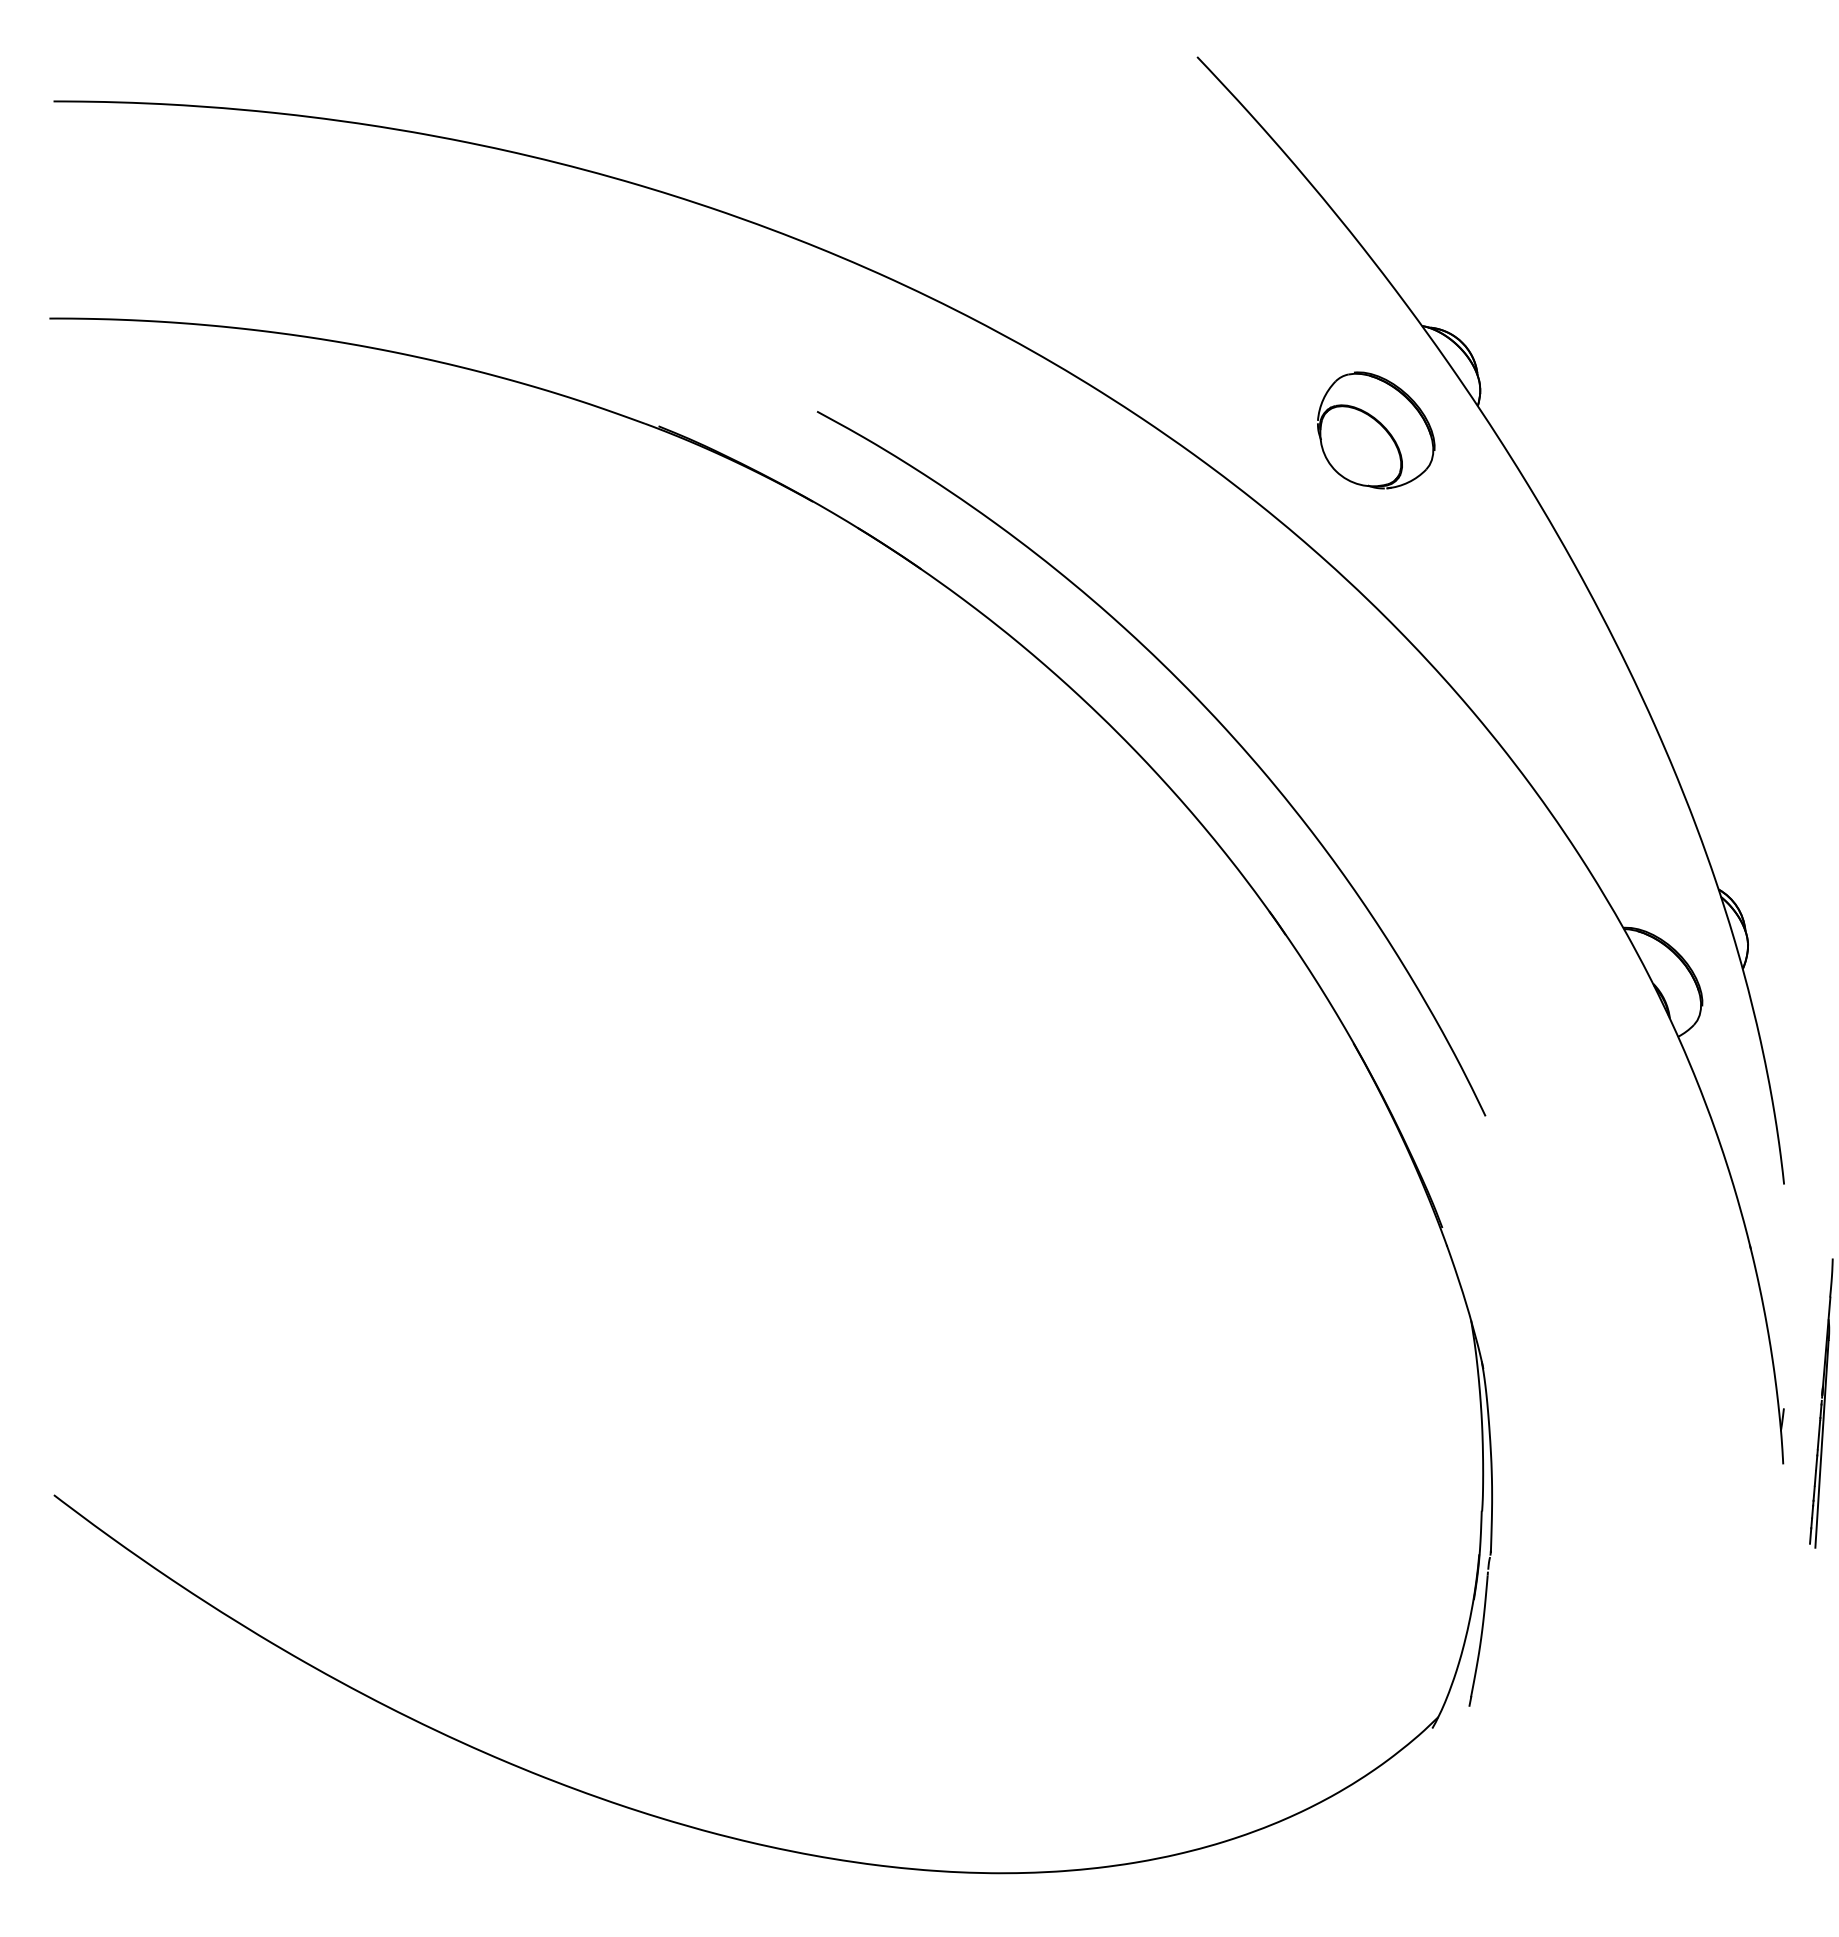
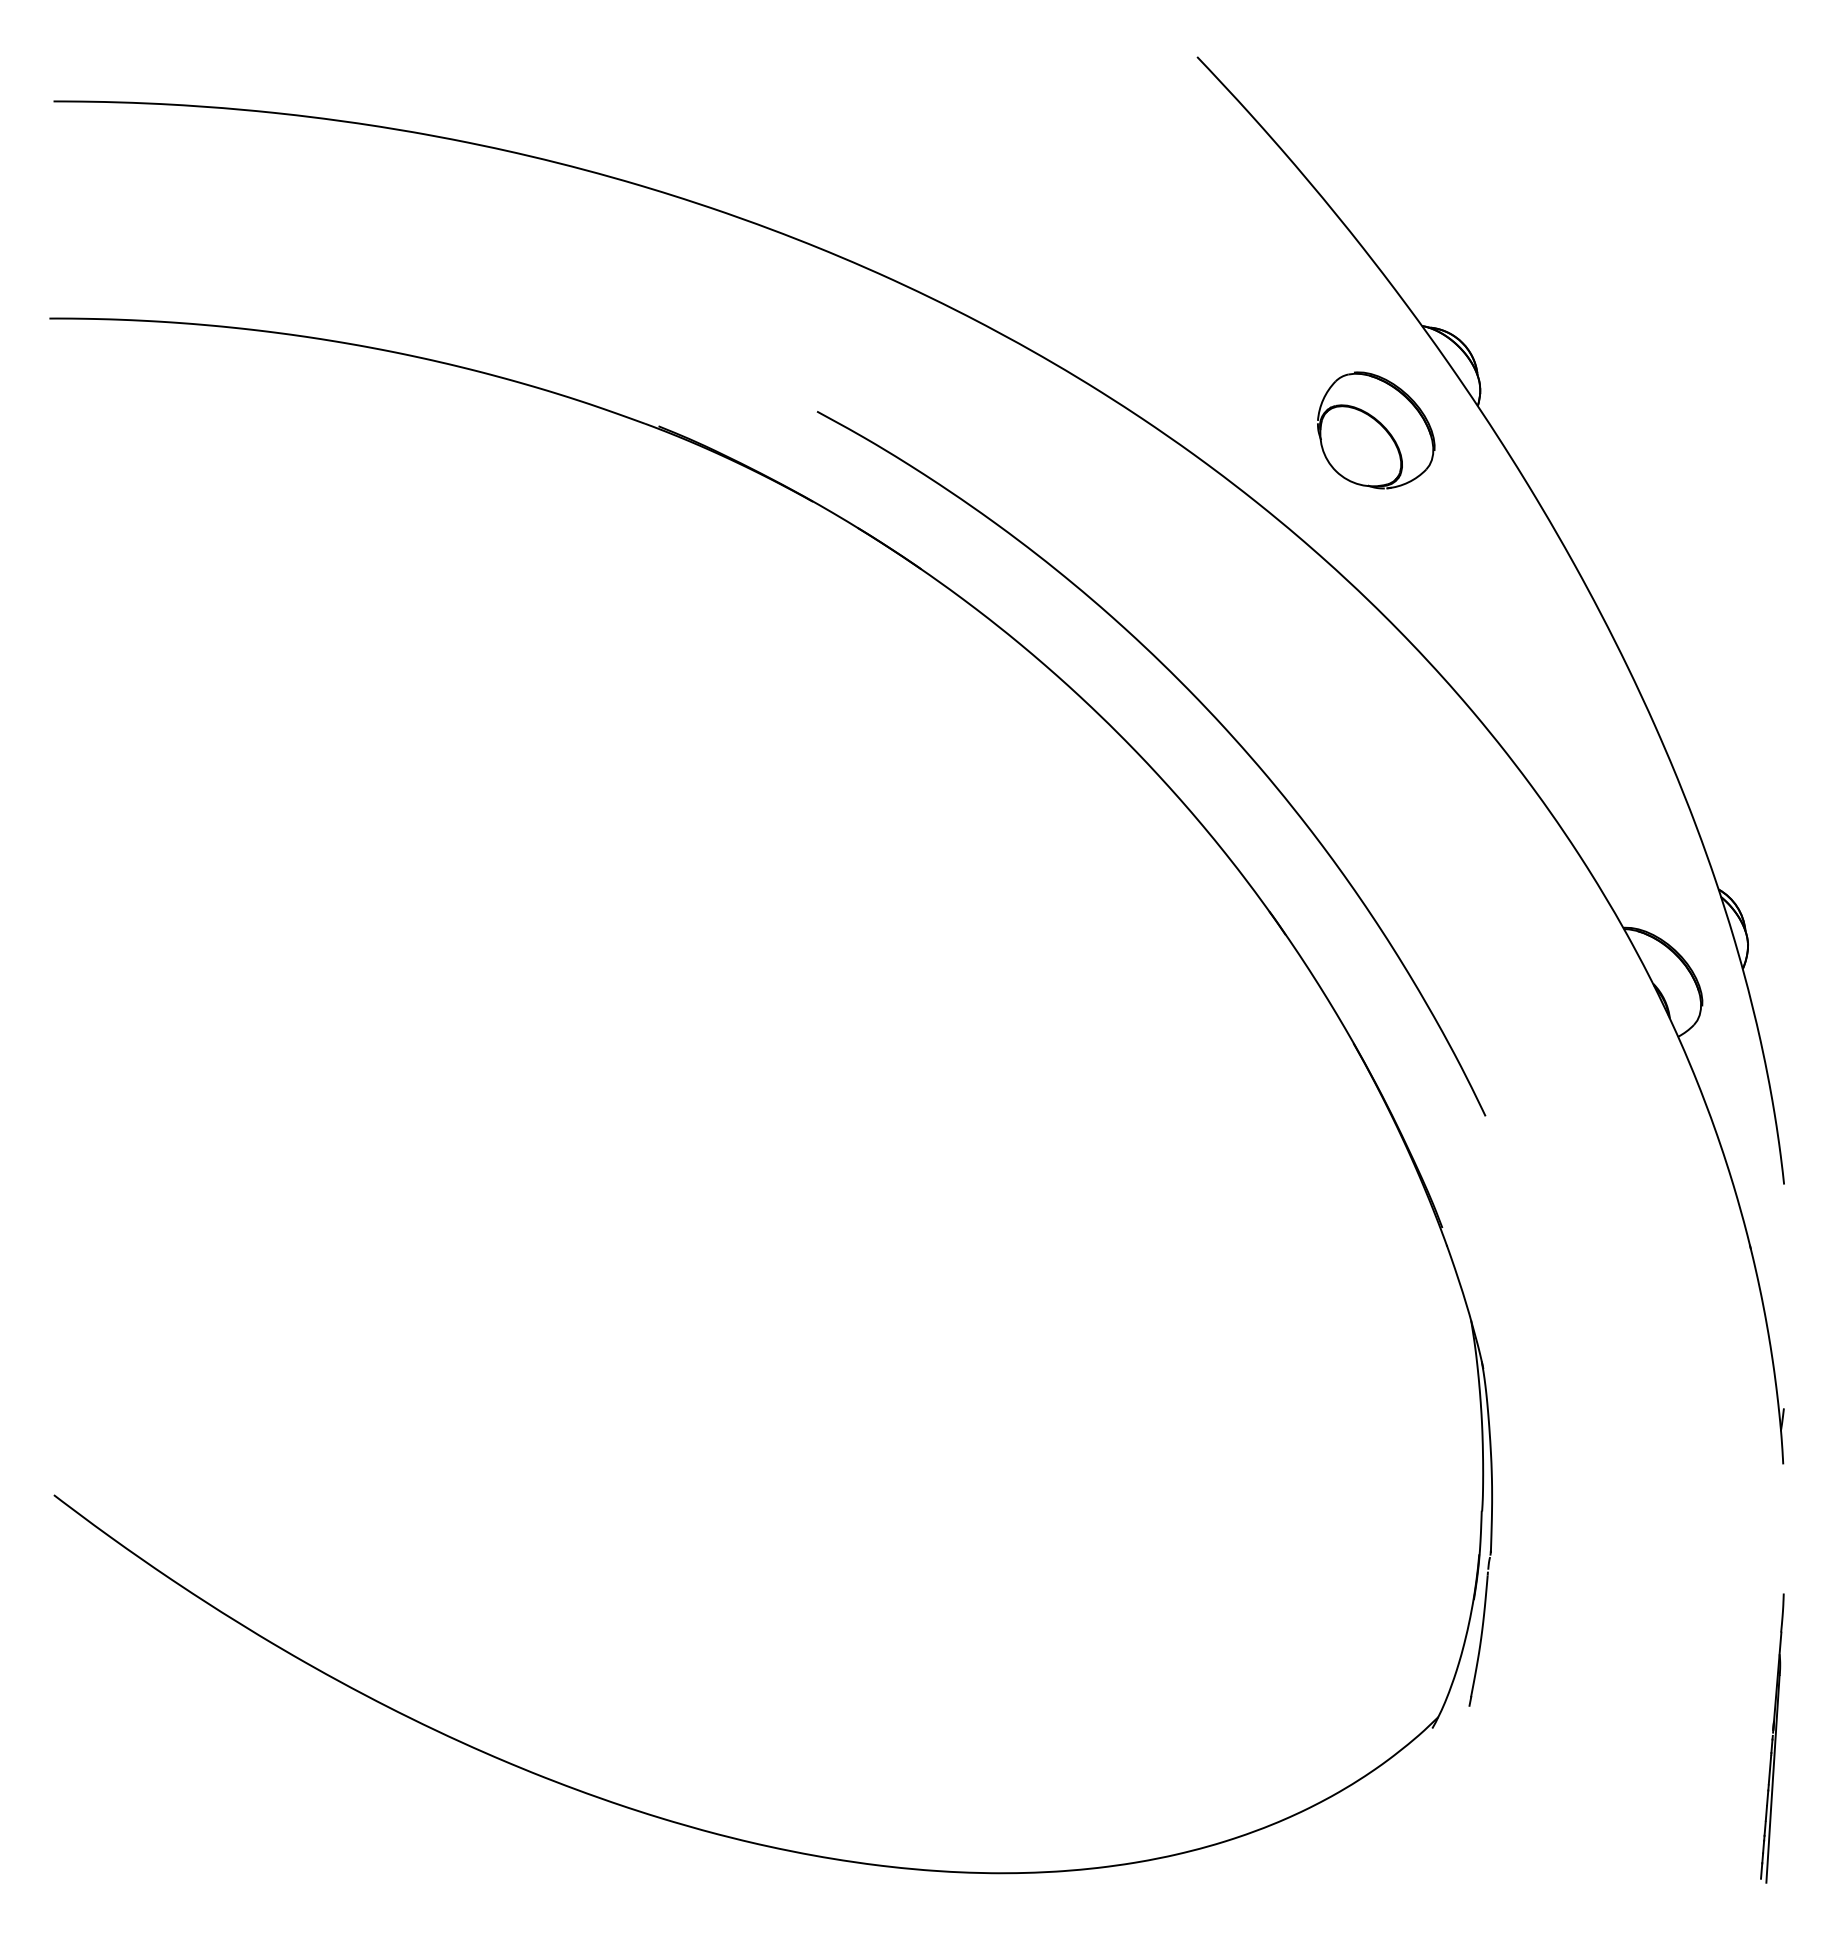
part at (1821, 1403) position: (1821, 1403) -> (1772, 1738)
